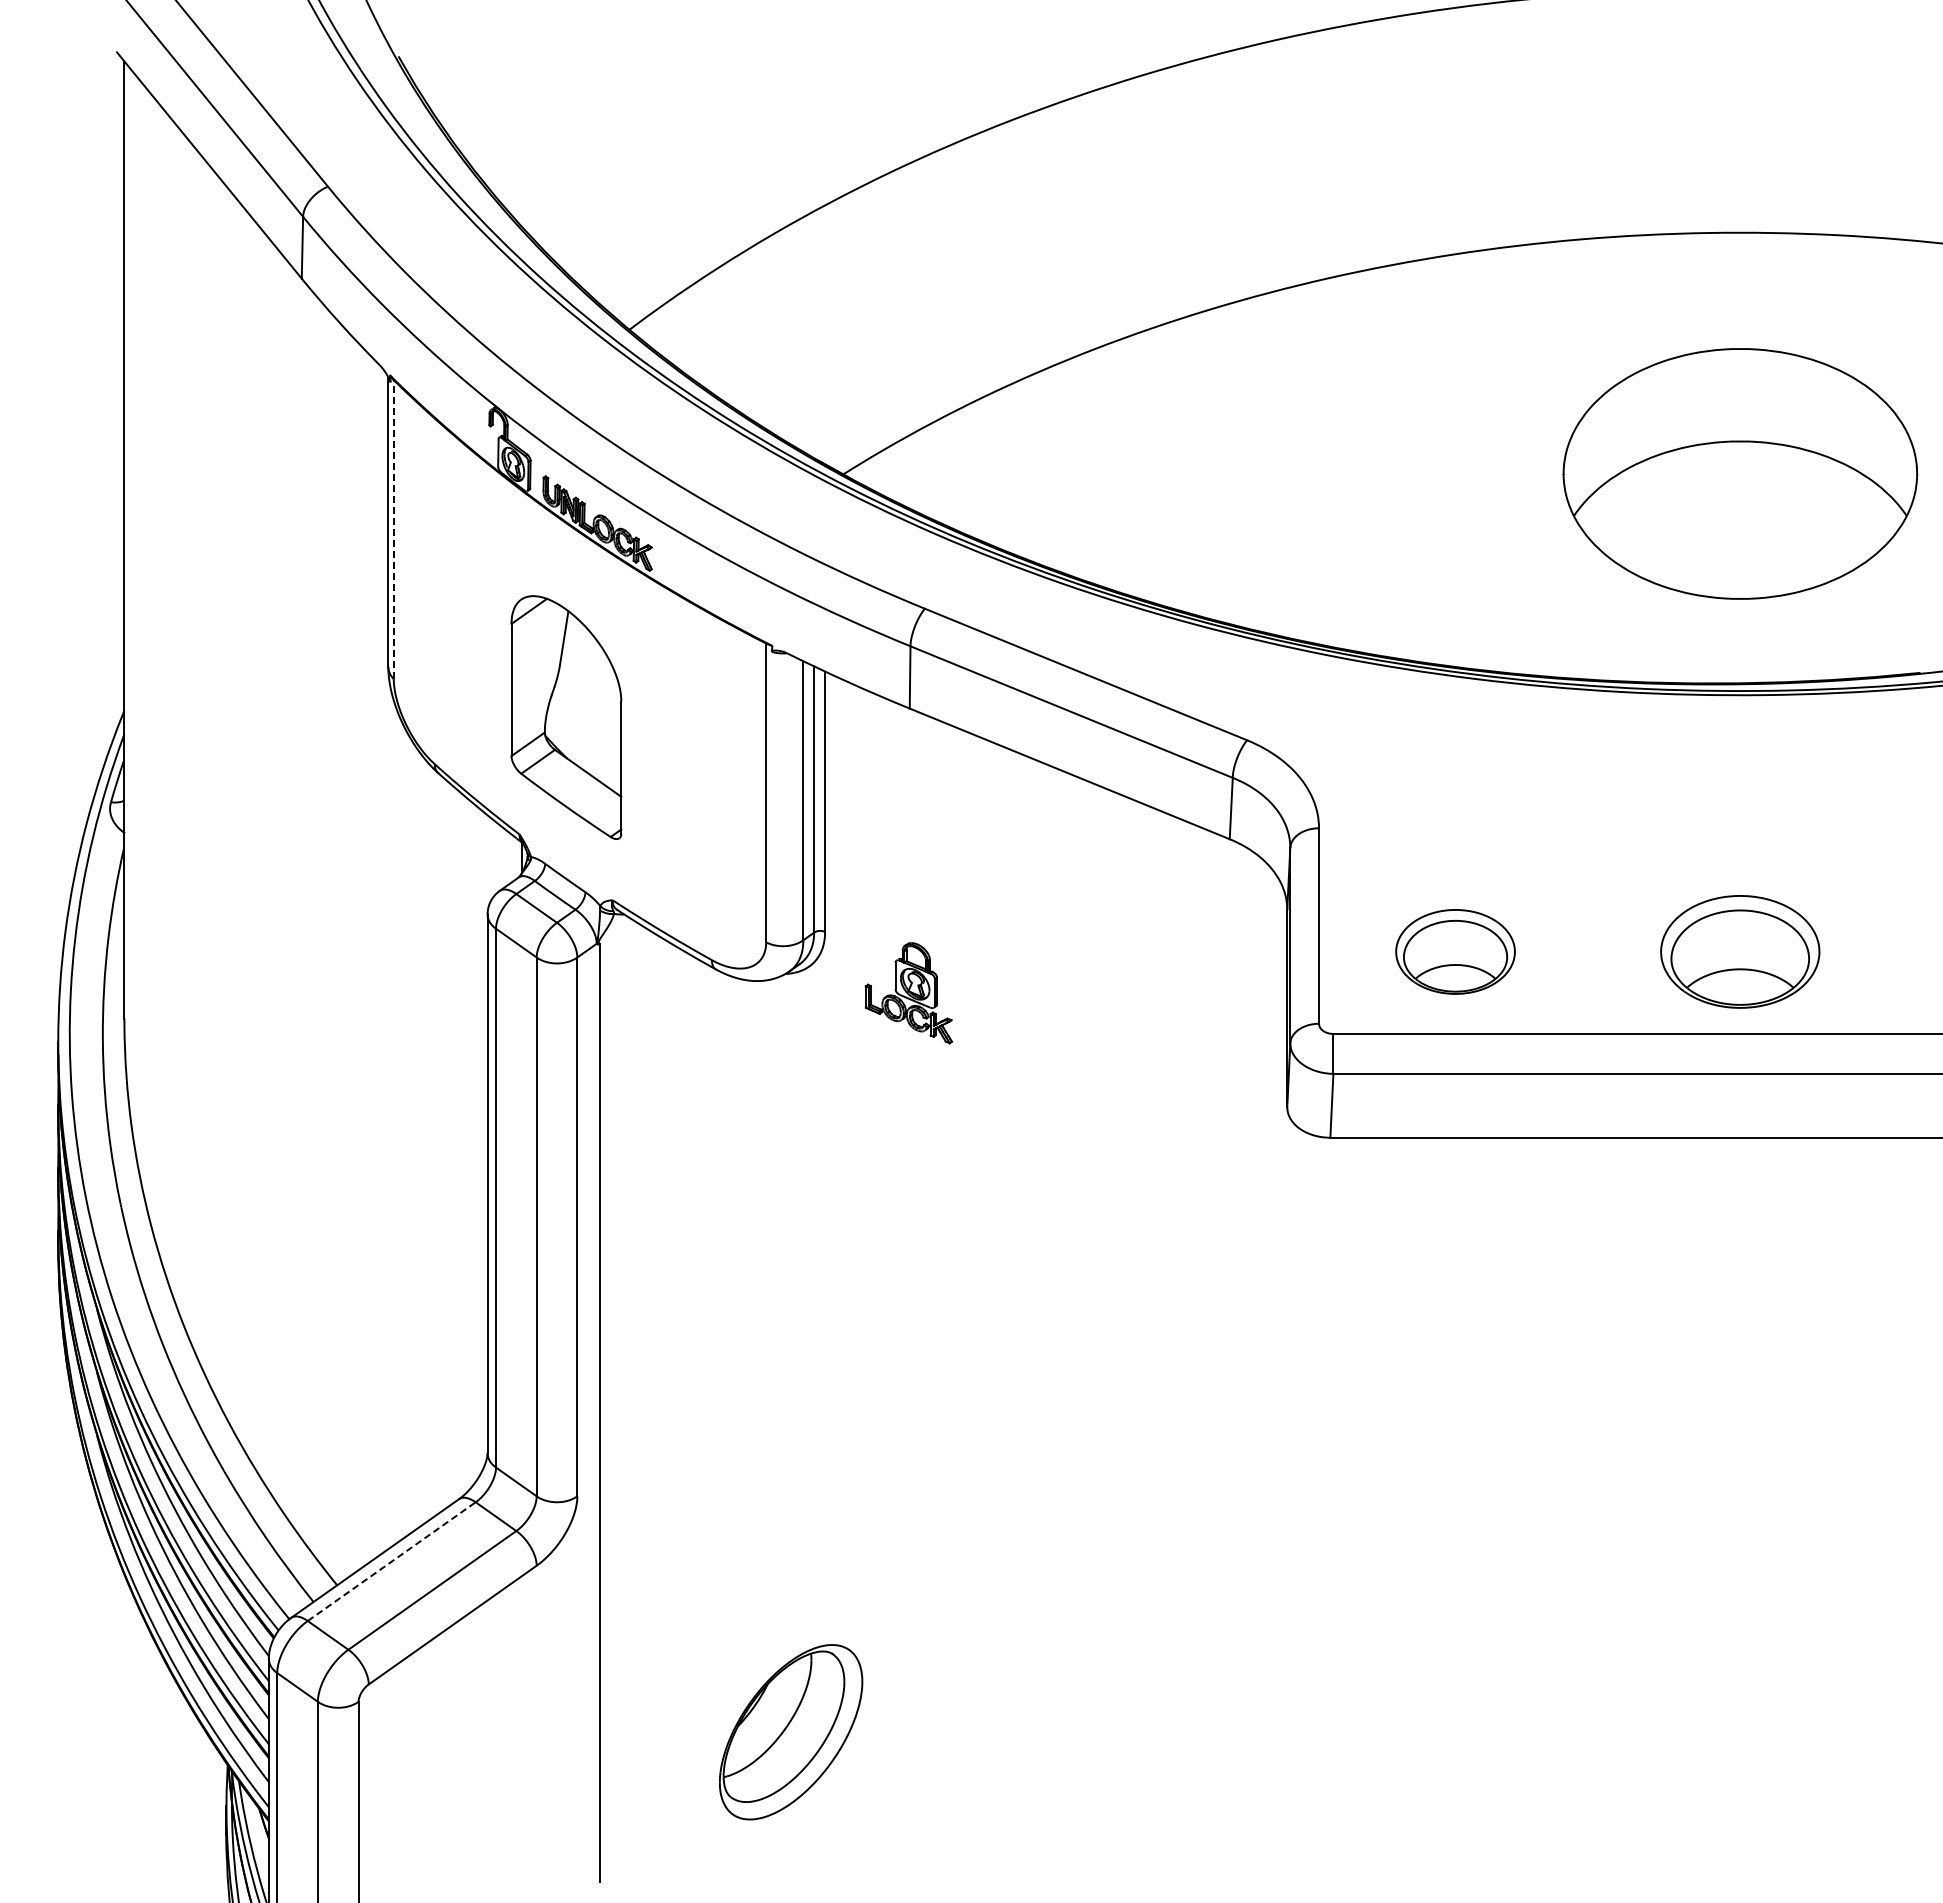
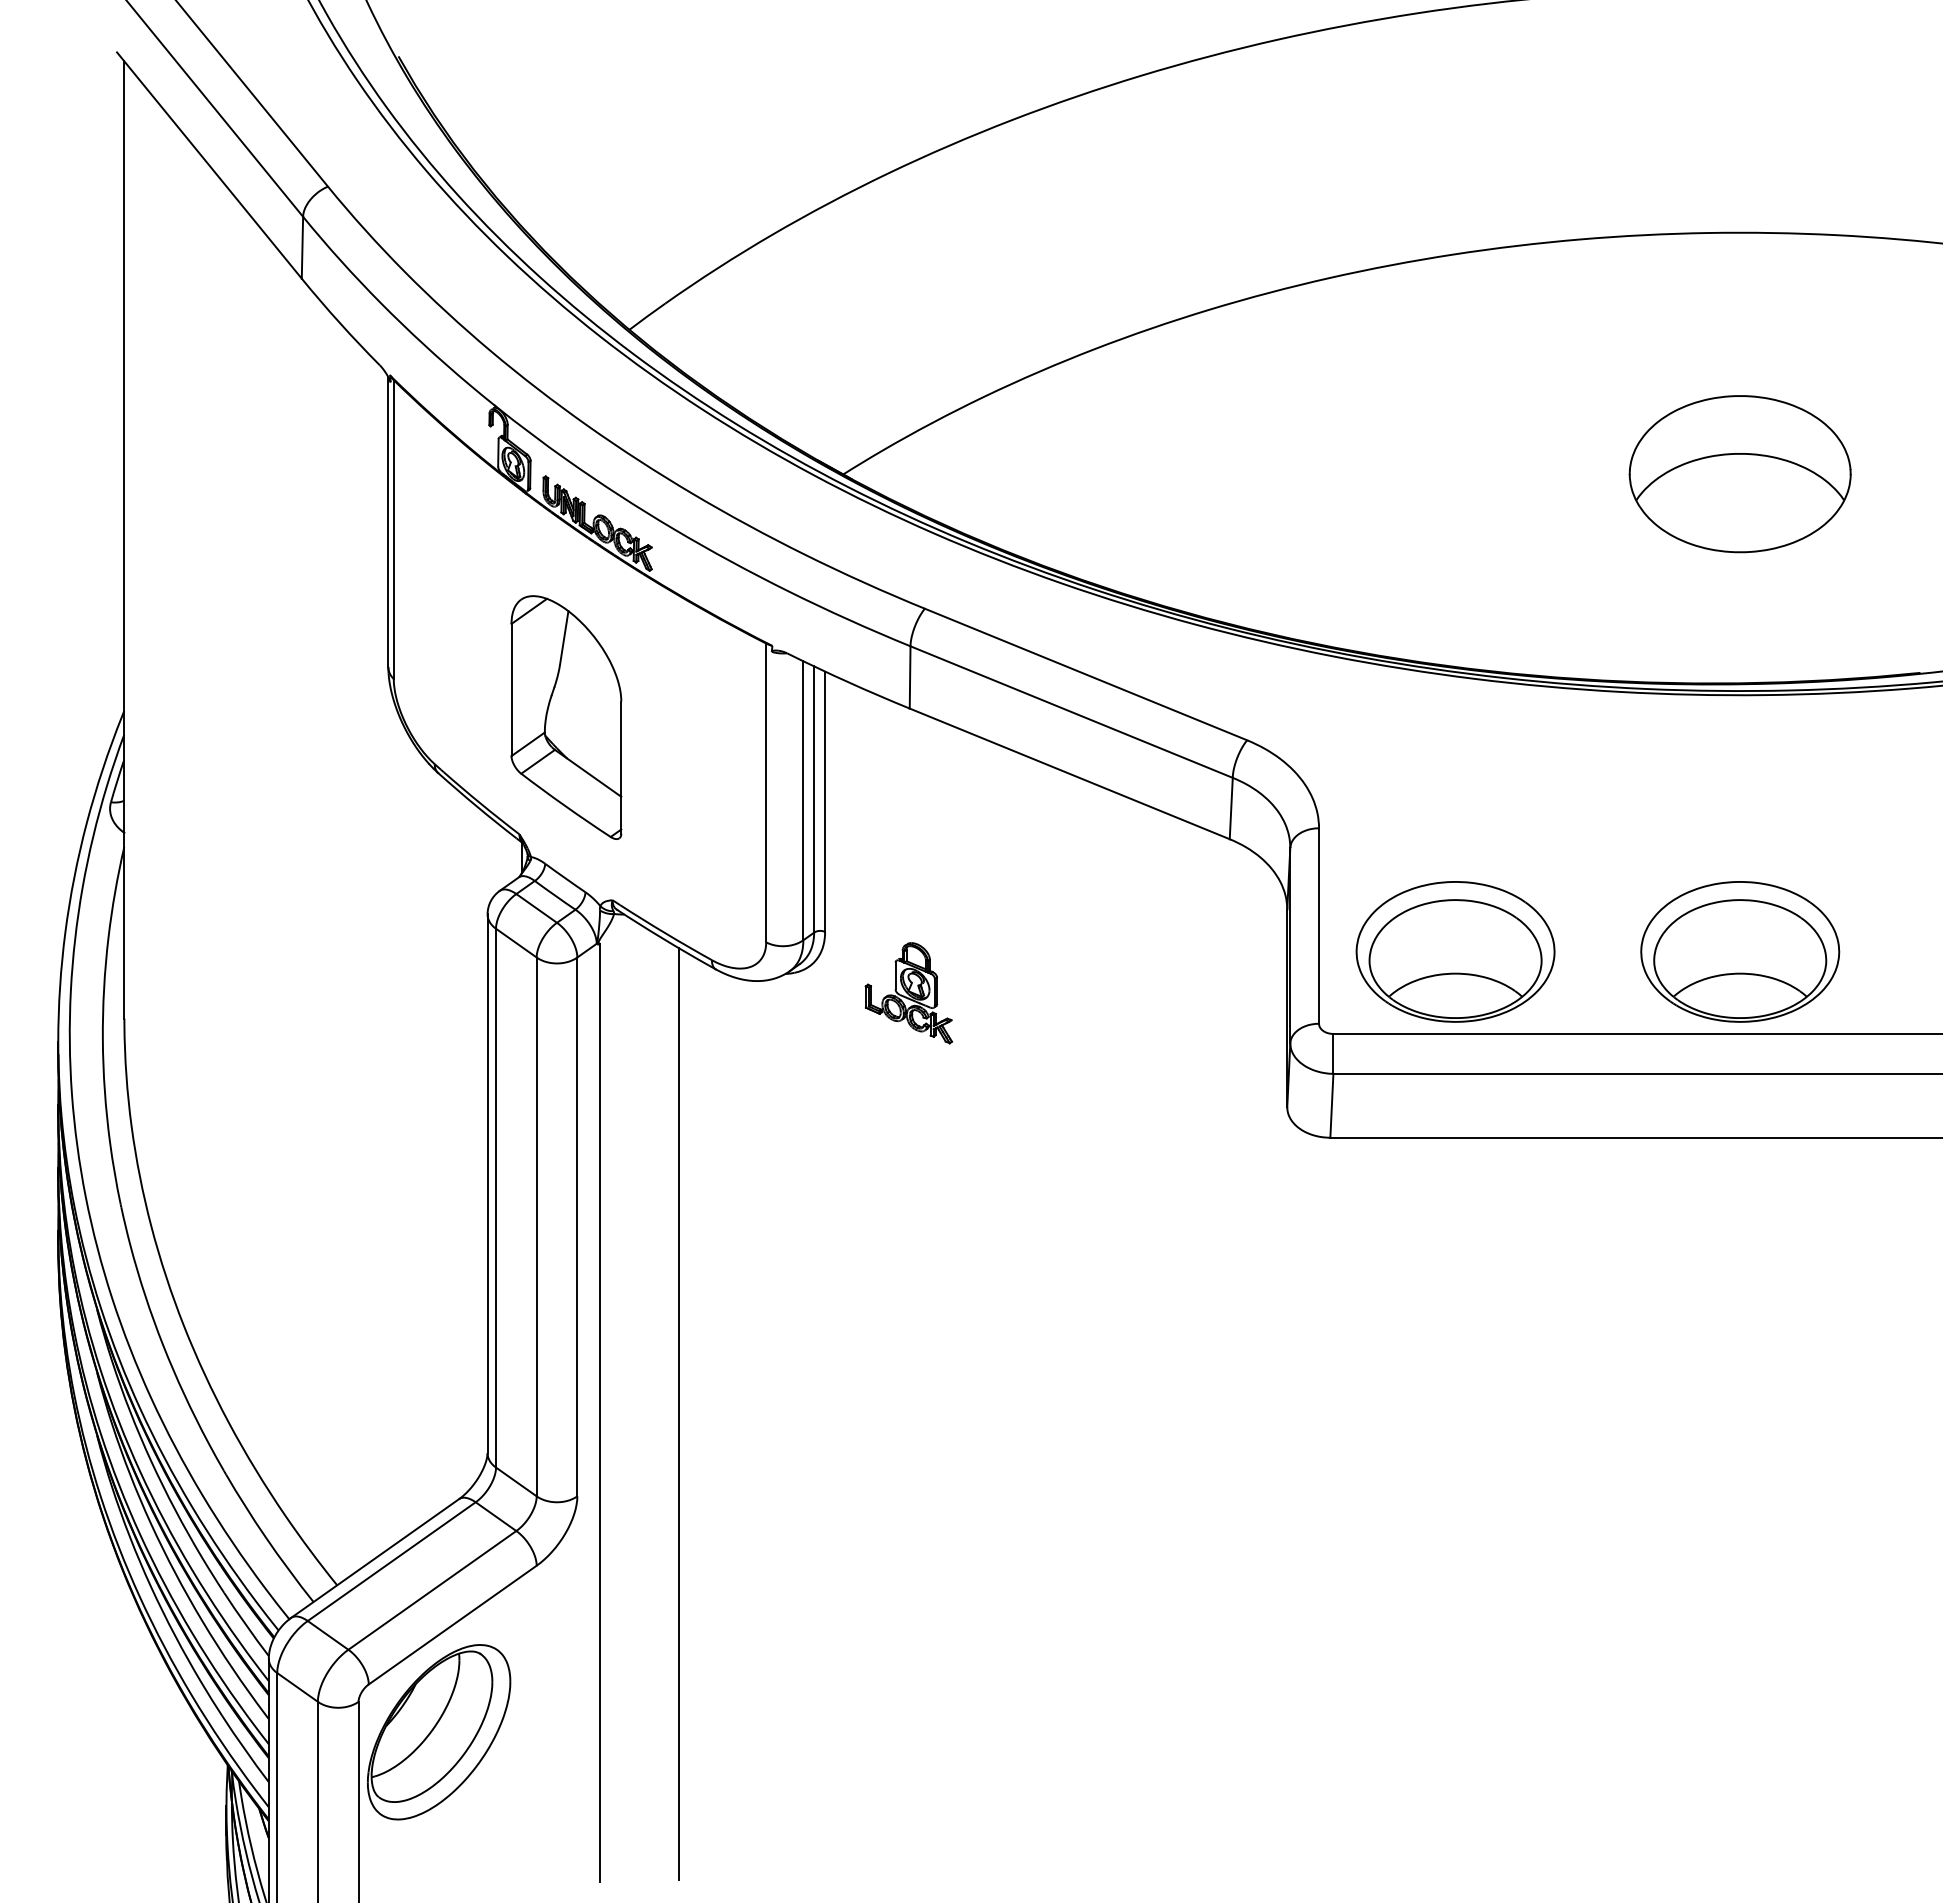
part at (1740, 473) size: 357x252 px -> 224x159 px
line at (393, 529): dashed -> solid
part at (1455, 951) size: 121x86 px -> 201x142 px
part at (1740, 951) size: 161x114 px -> 201x142 px
line at (678, 1414): none -> present
line at (391, 1561): dashed -> solid
part at (791, 1732) position: (791, 1732) -> (439, 1732)
